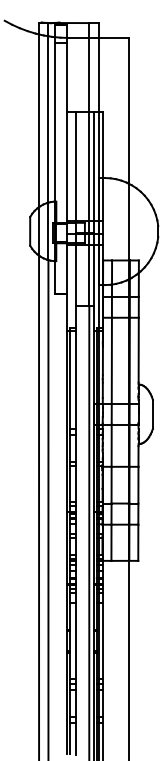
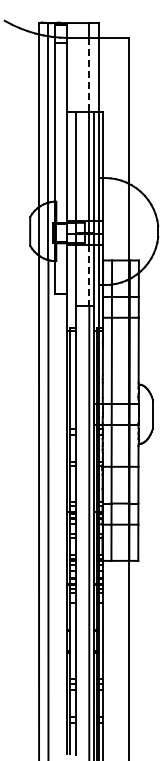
line at (89, 75): solid -> dashed
line at (89, 276): solid -> dashed
